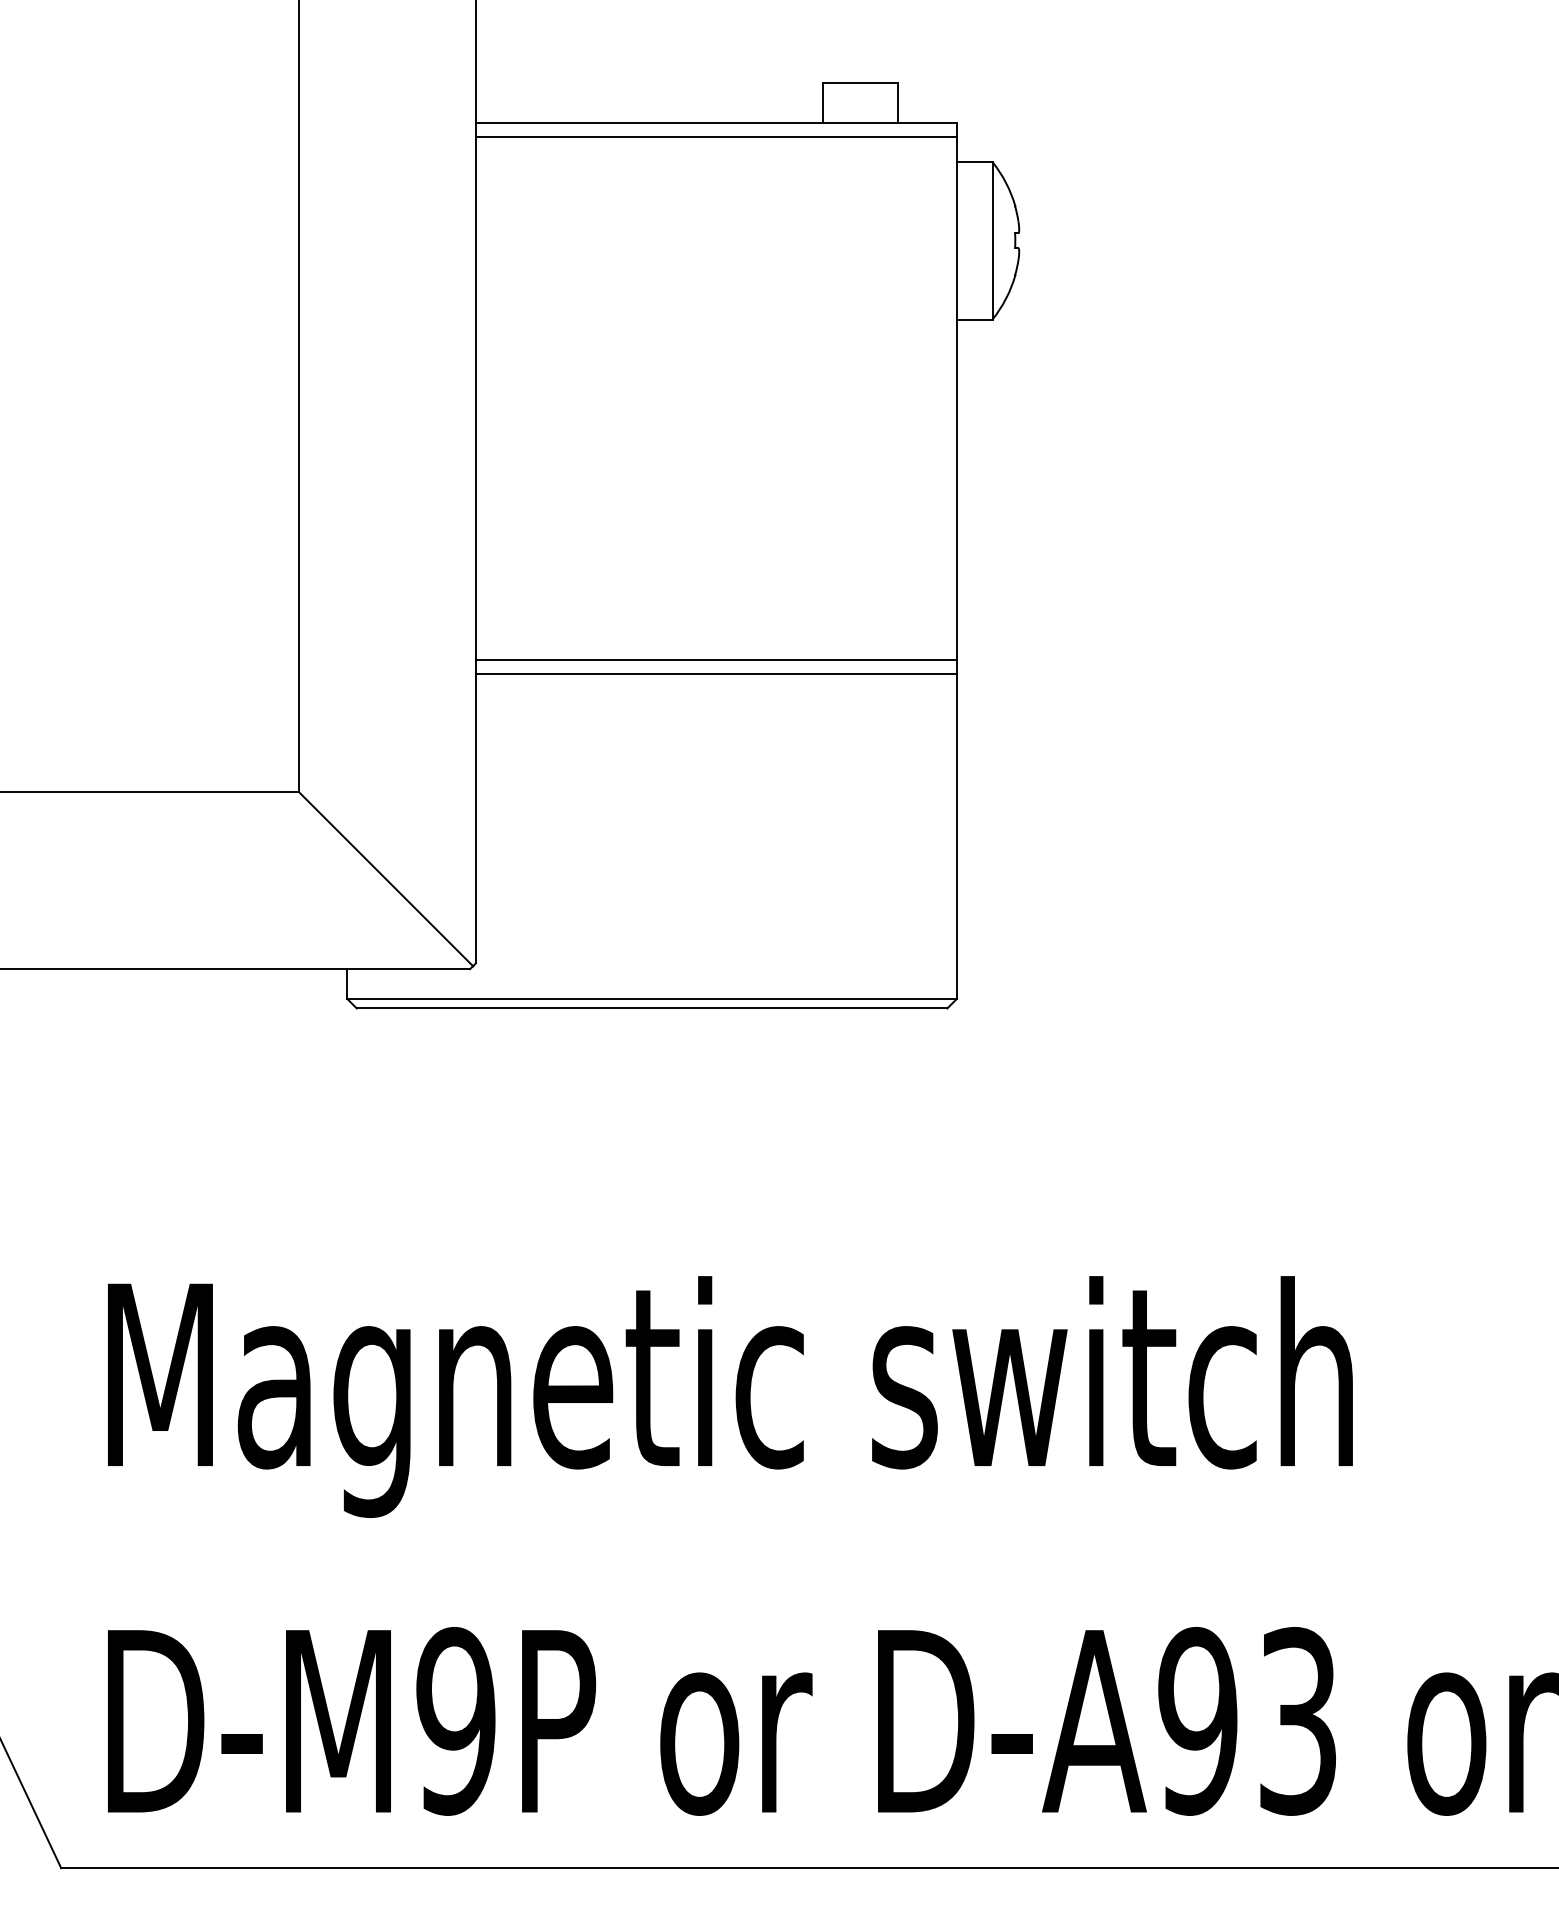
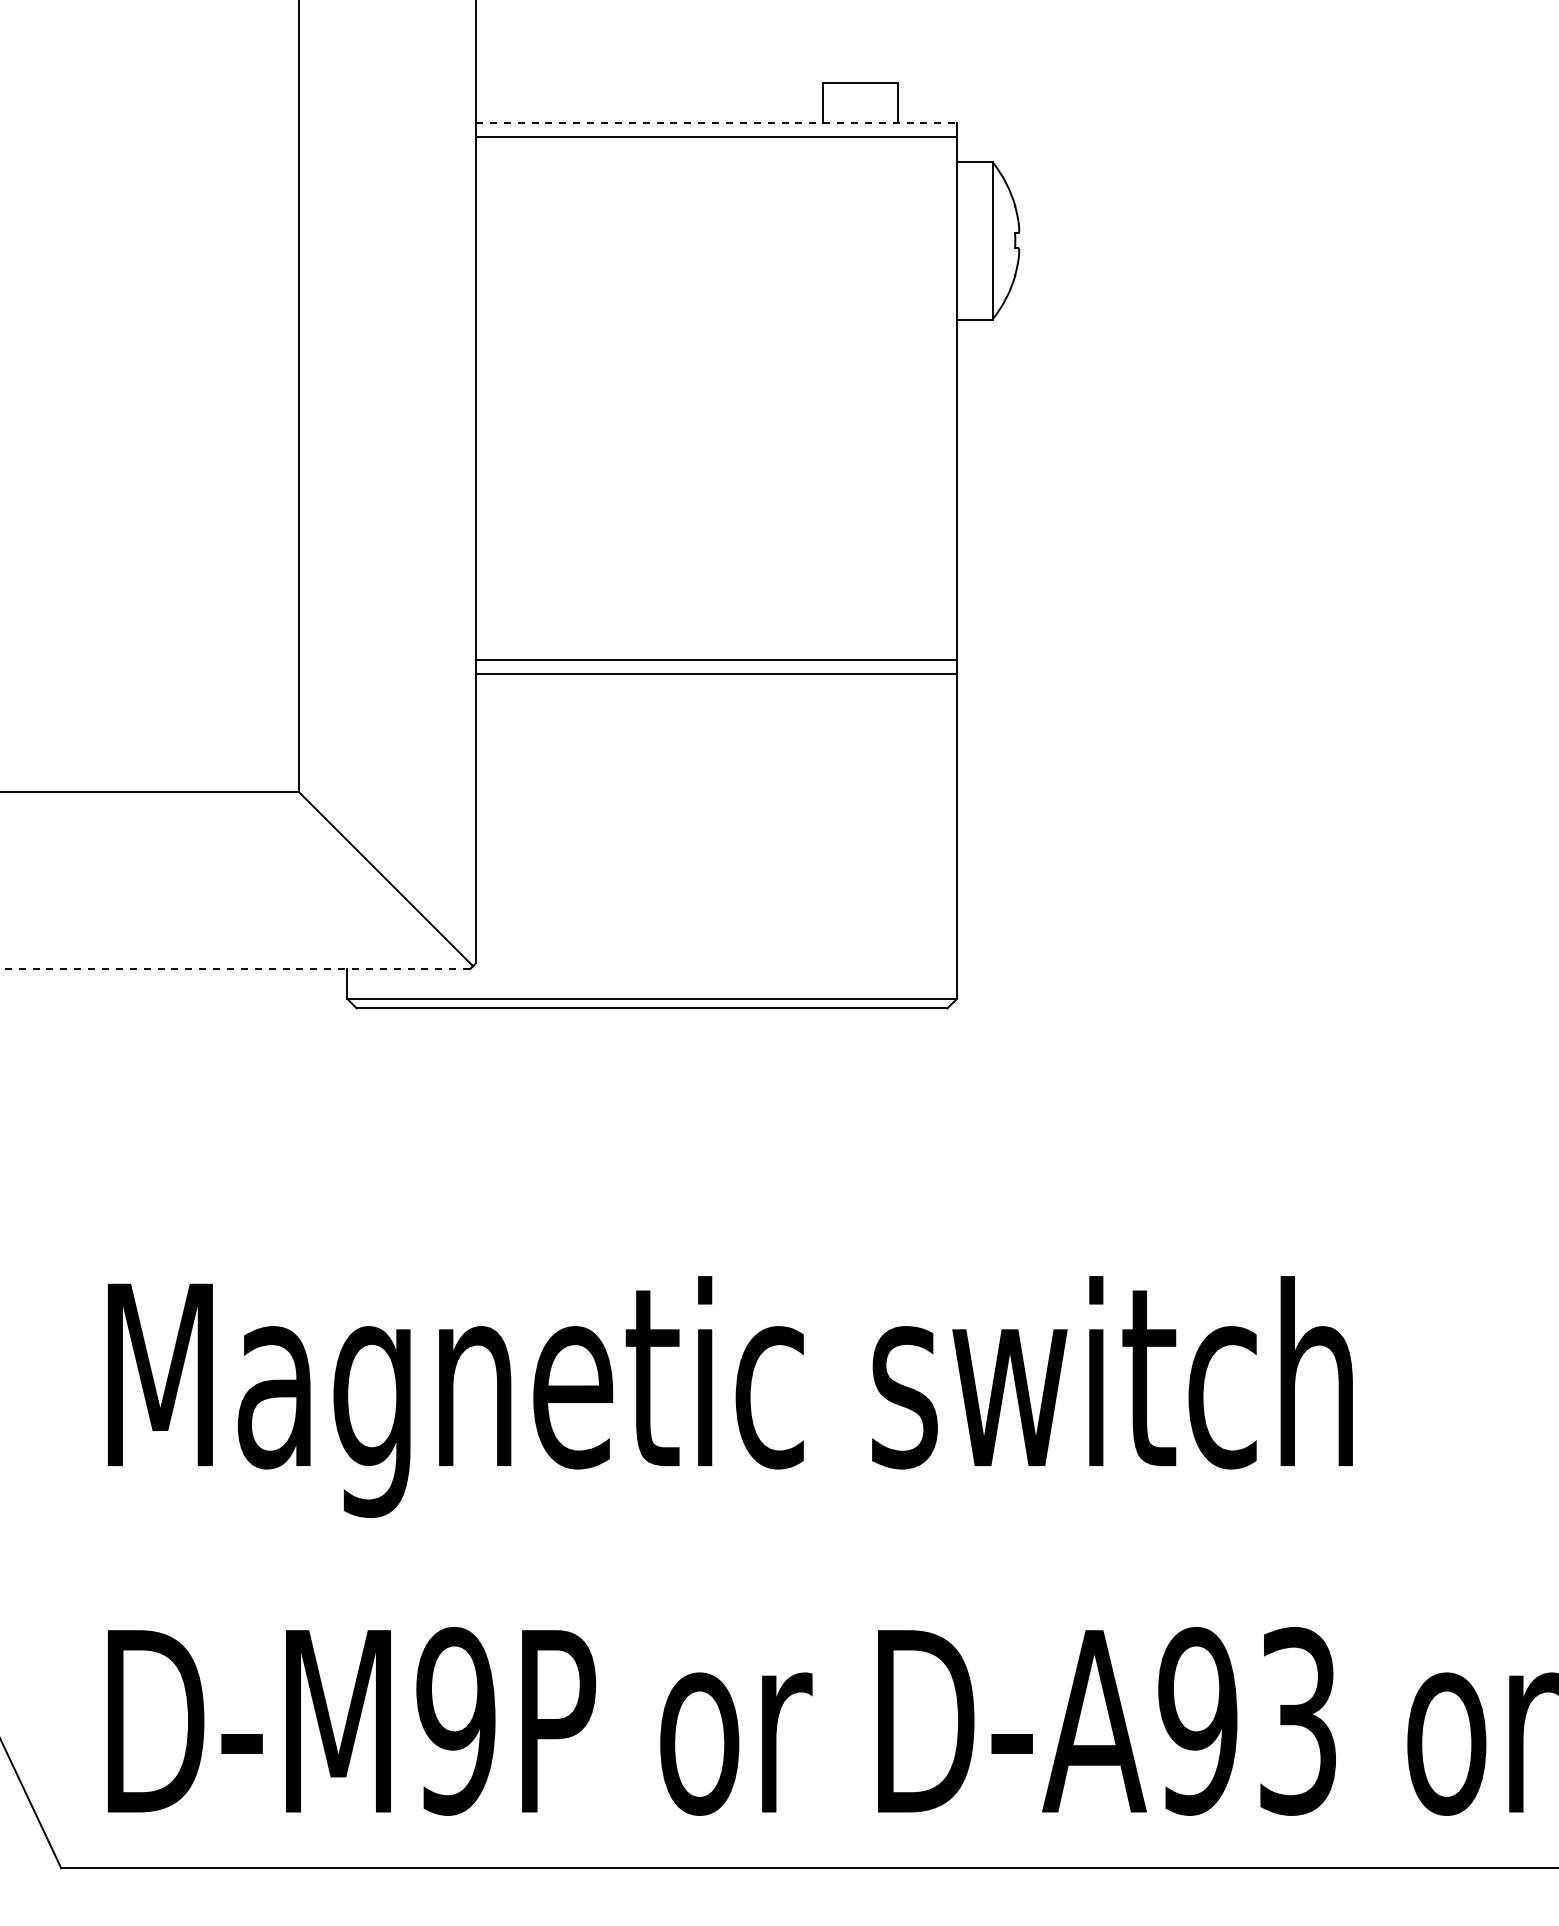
line at (716, 122): solid -> dashed
line at (235, 969): solid -> dashed
